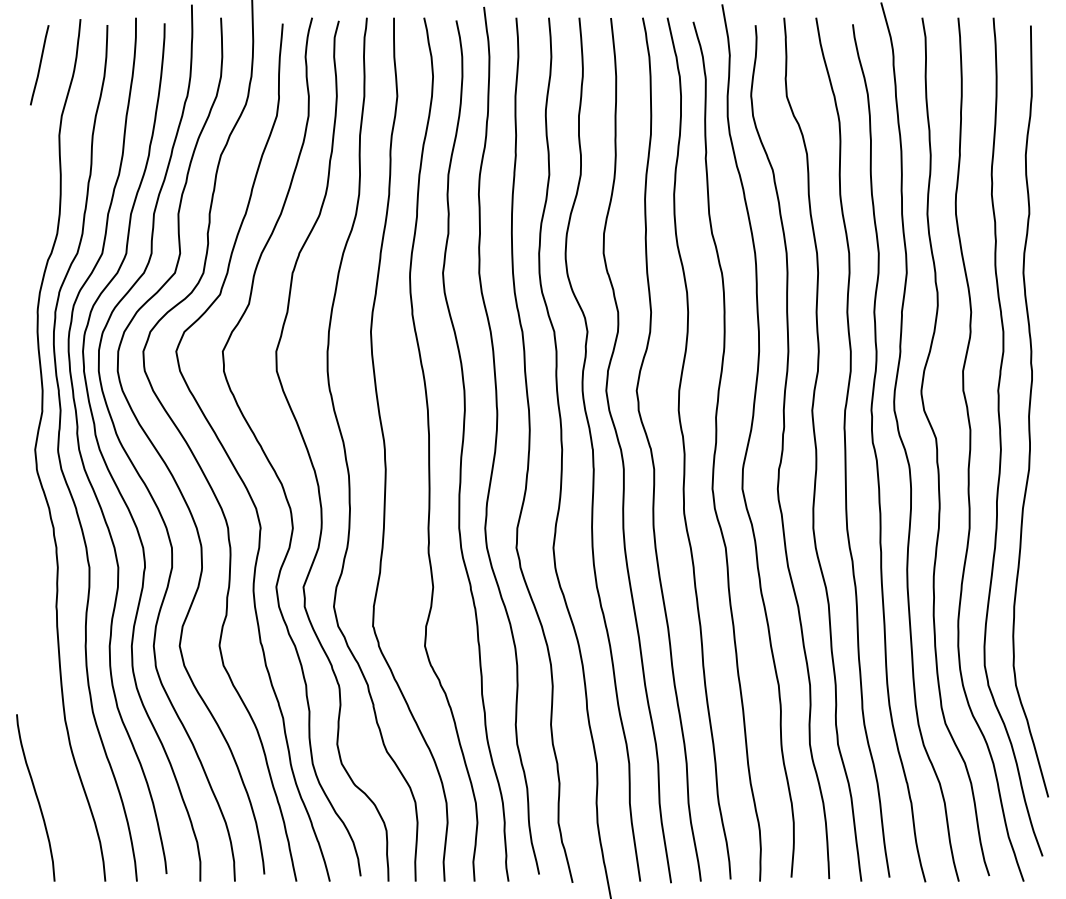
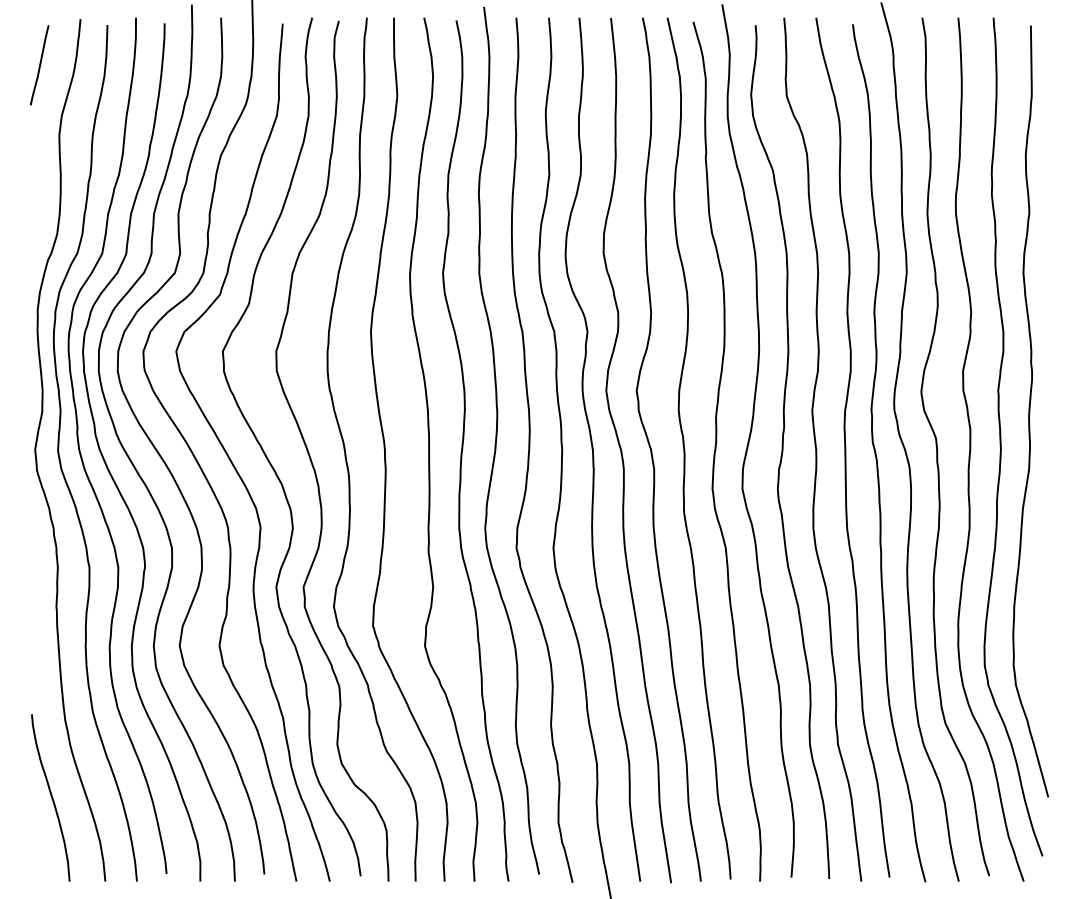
curve at (35, 796) position: (35, 796) -> (50, 796)
